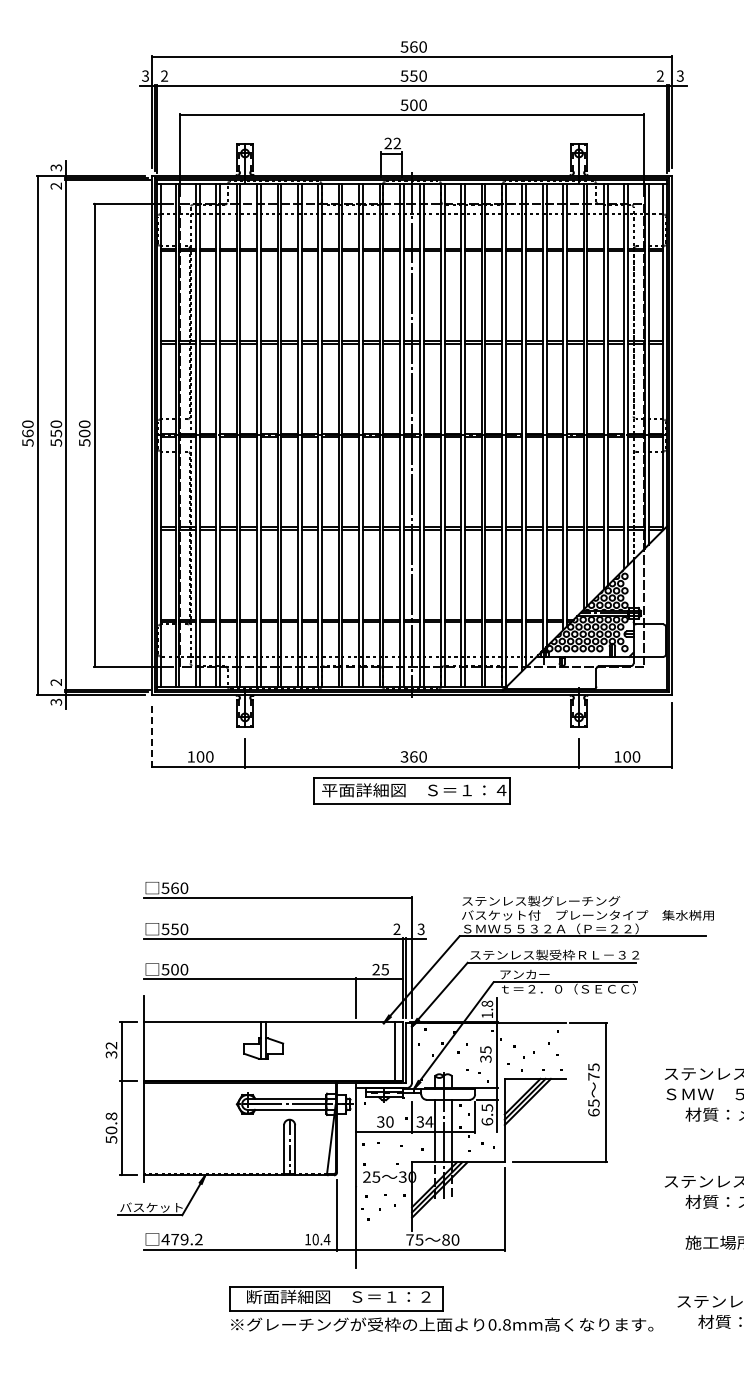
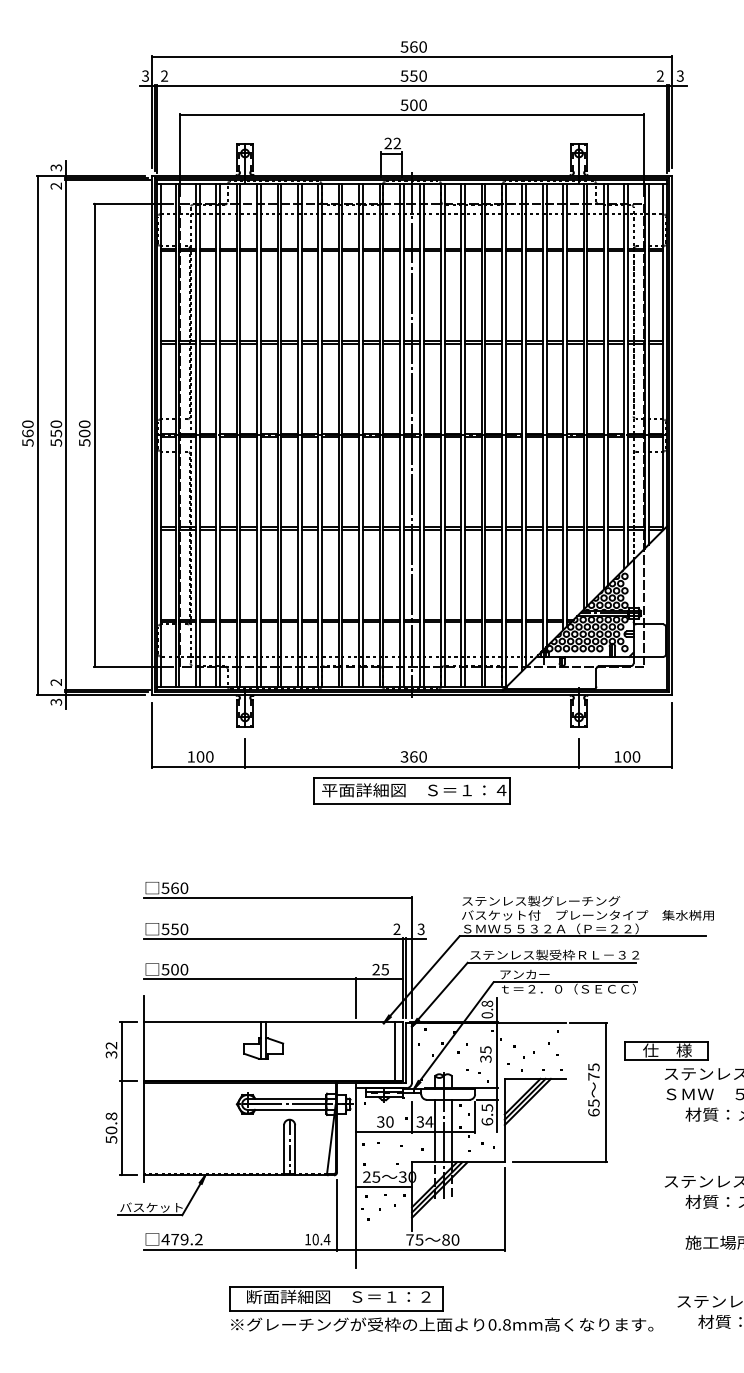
line at (152, 735): dashed -> solid
text at (487, 1015): 1.8 -> 0.8
part at (666, 1050): none -> present
line at (384, 1186): none -> present
